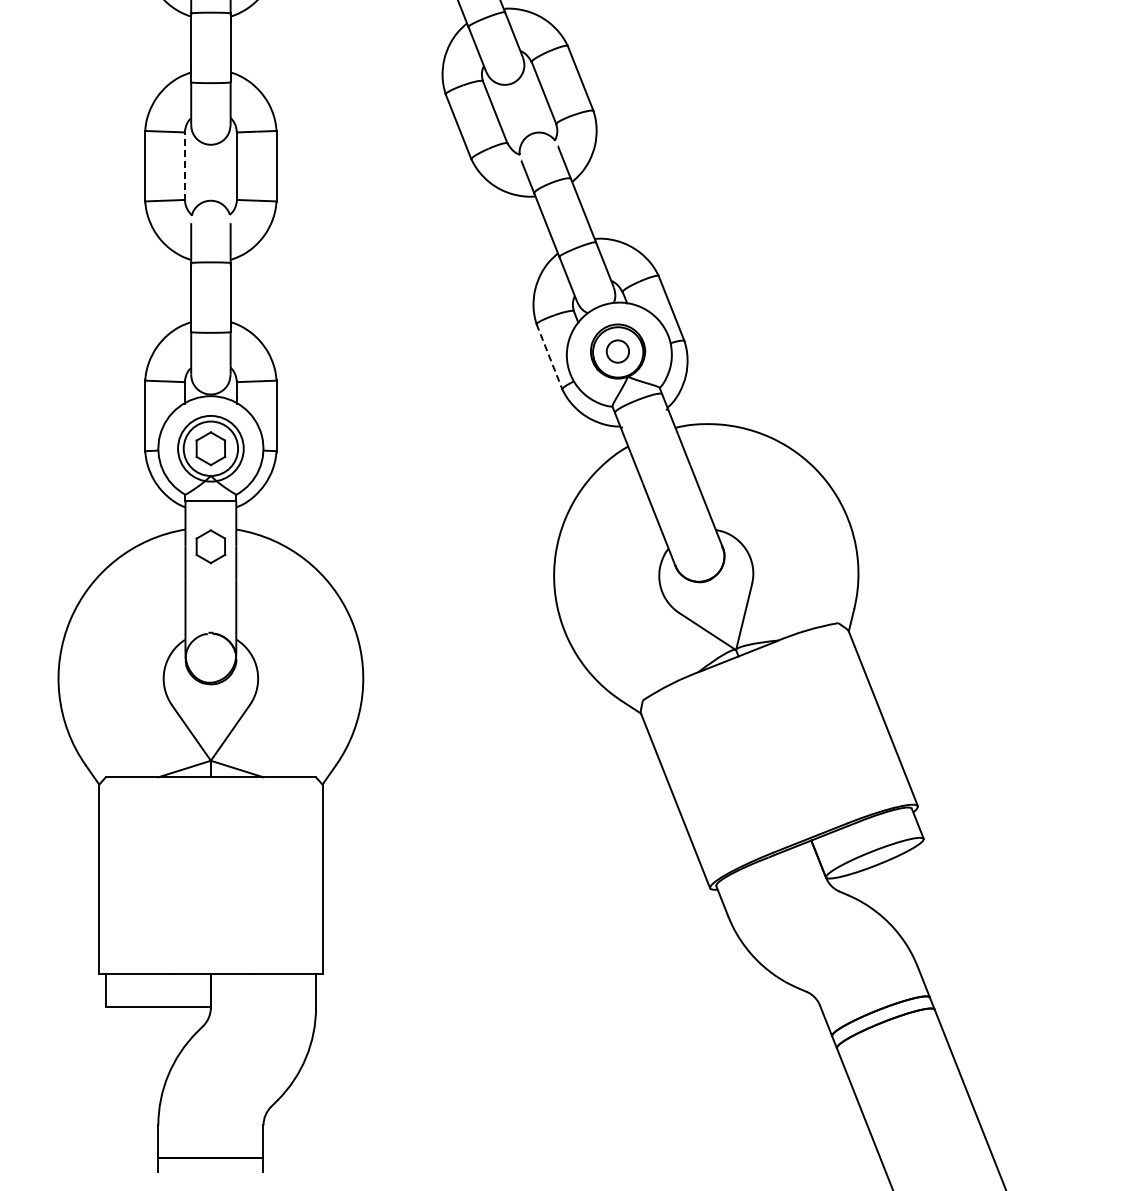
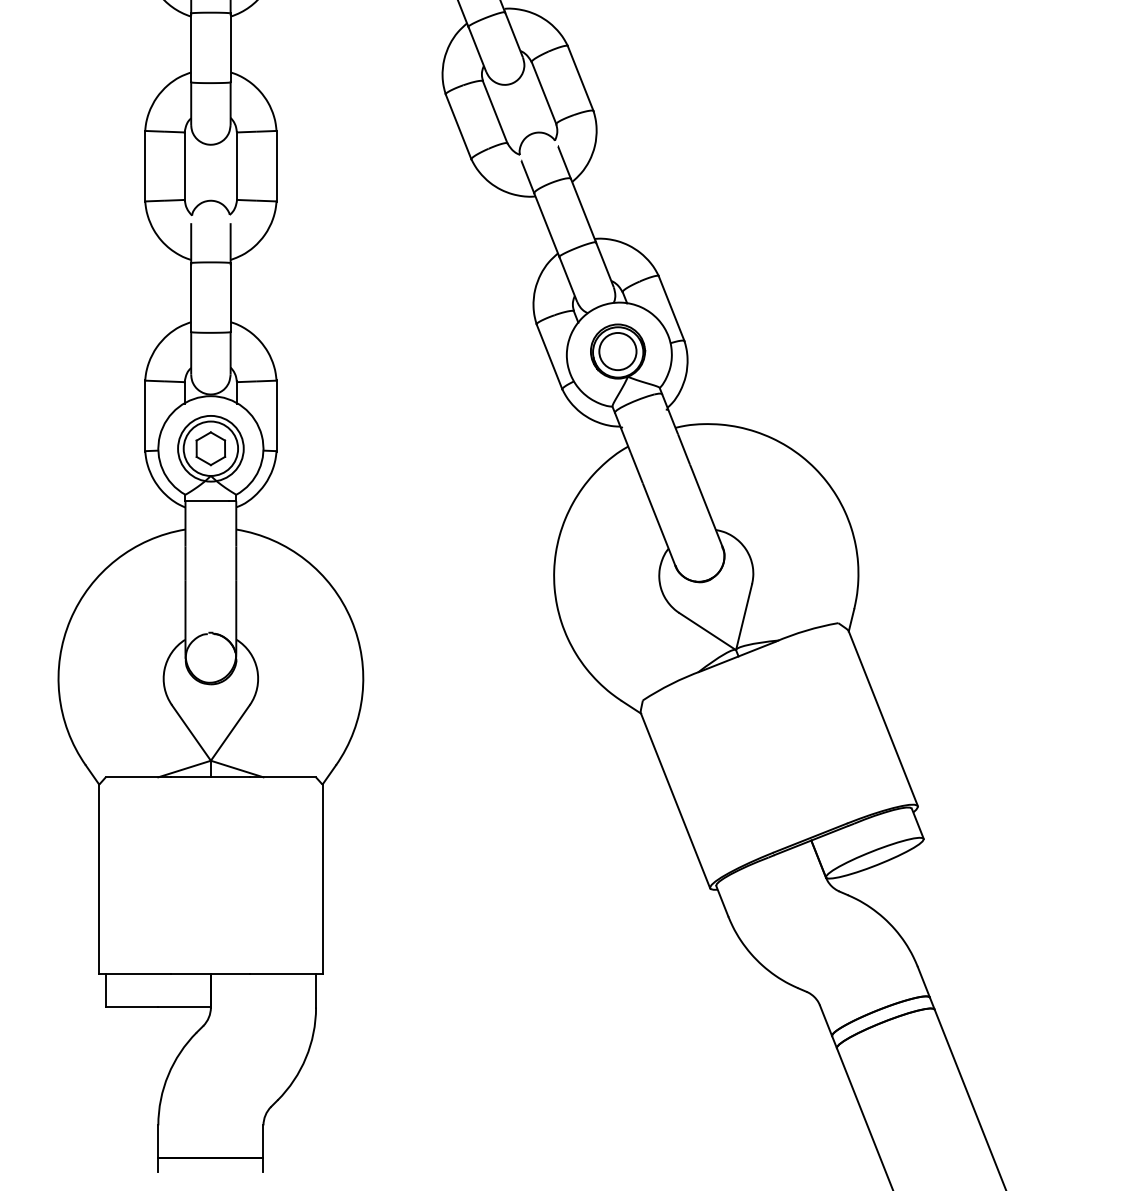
line at (184, 166): dashed -> solid
circle at (617, 351) diameter: 22 px -> 37 px
line at (549, 357): dashed -> solid
part at (210, 546): present -> none
